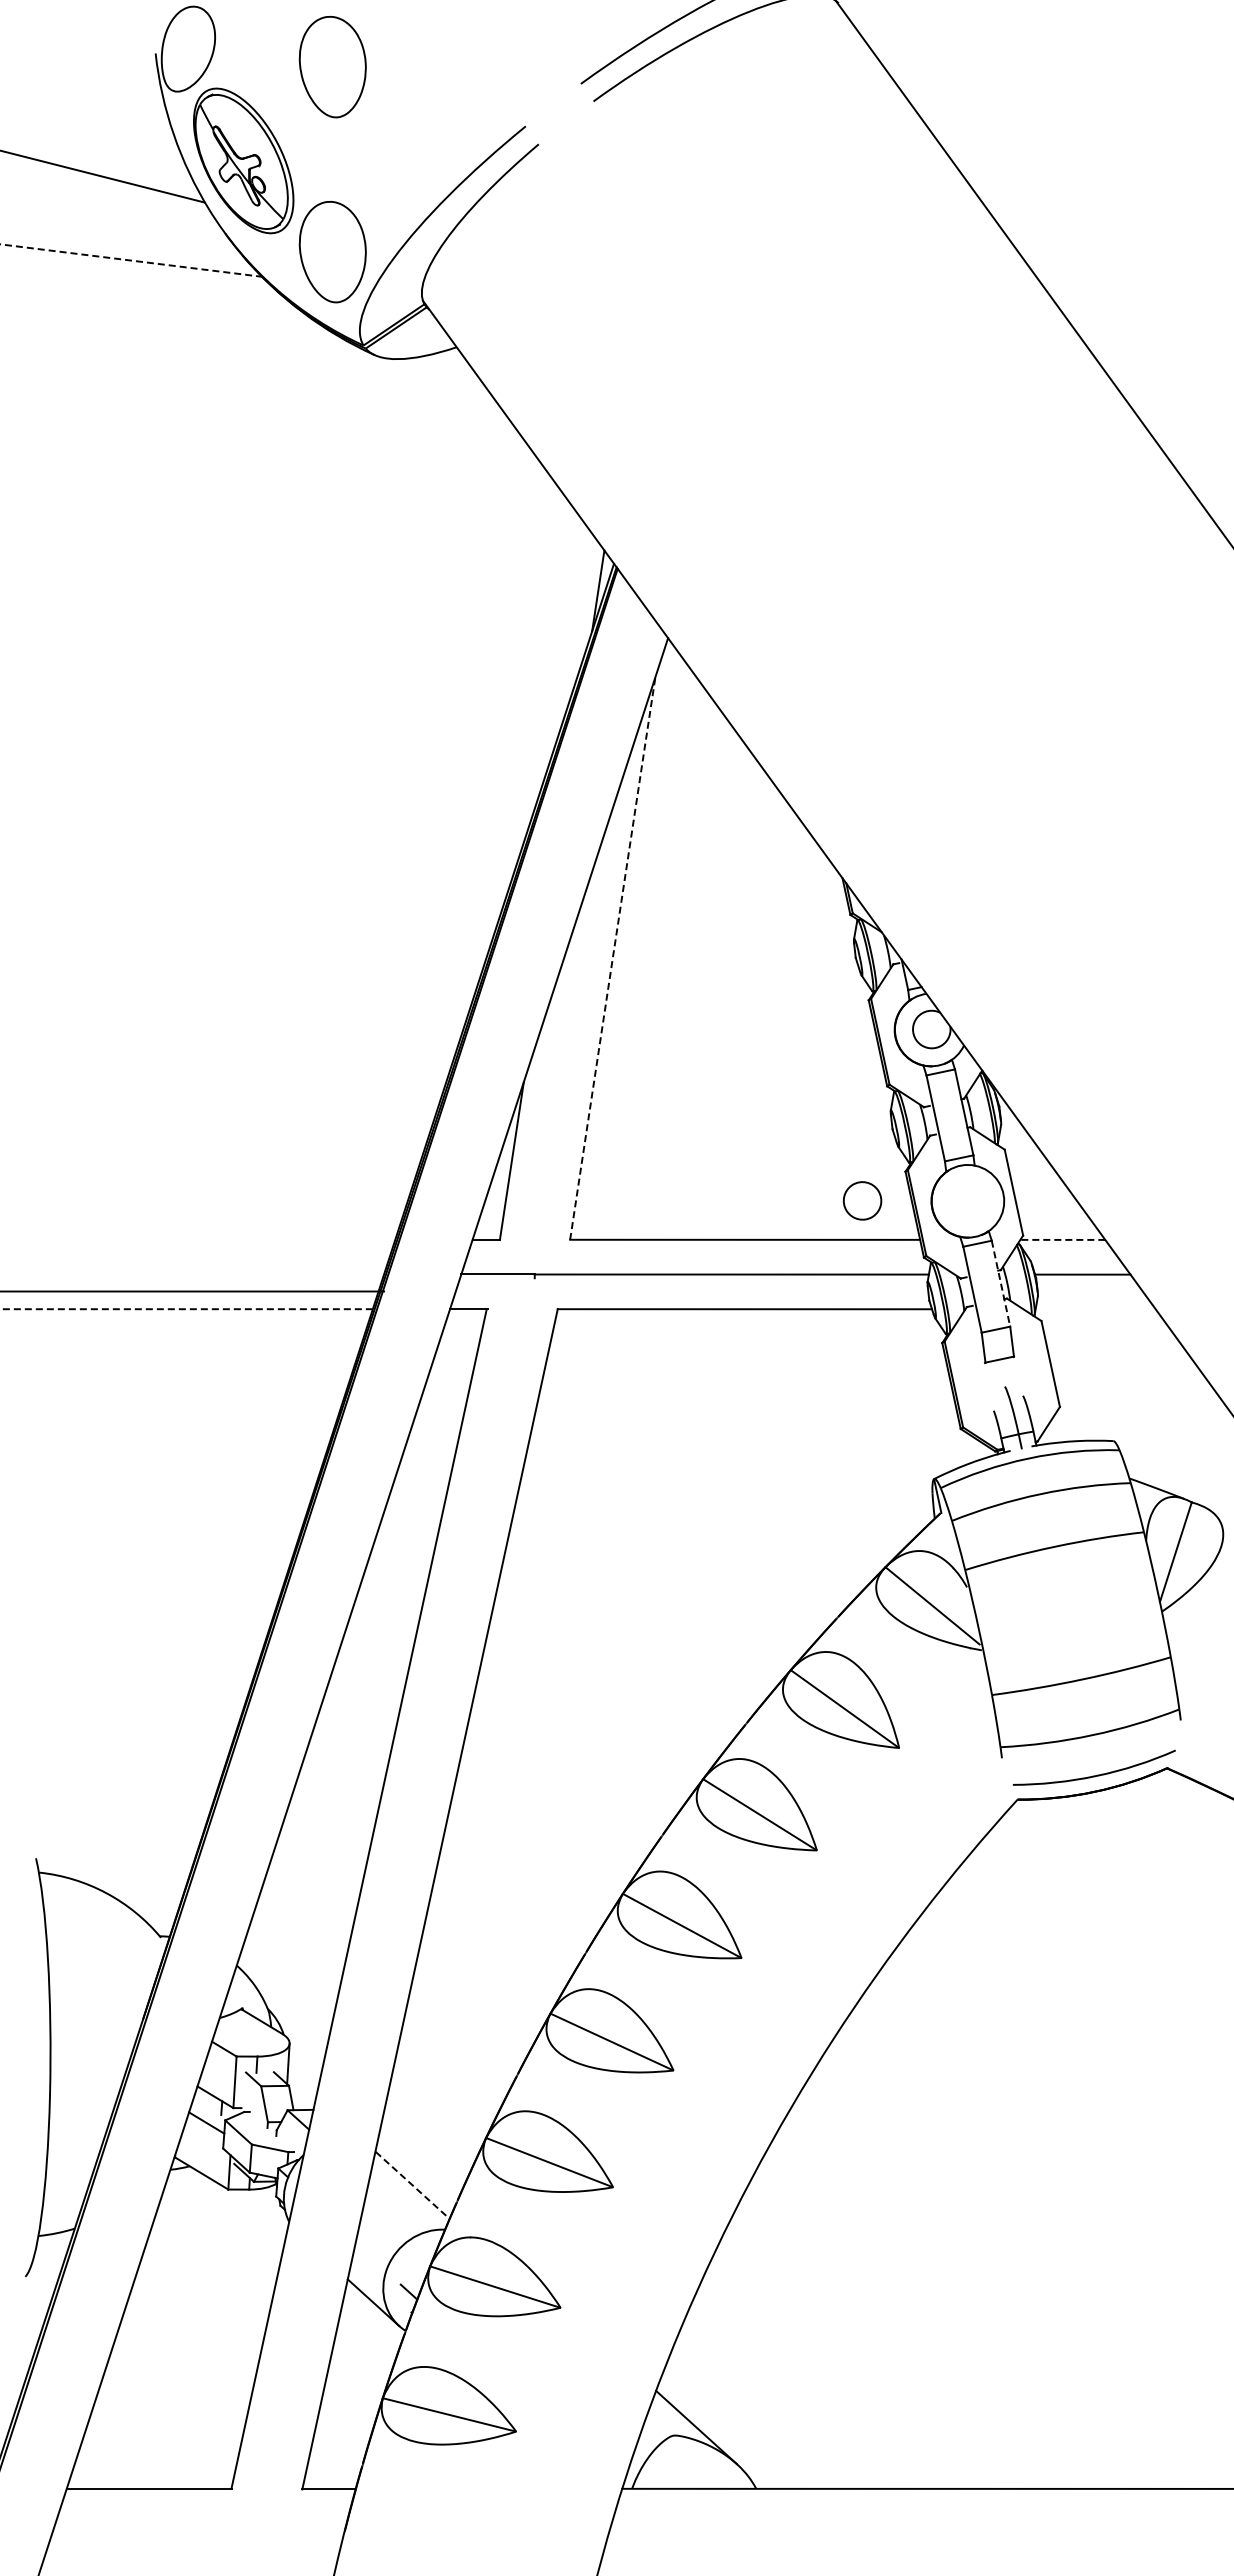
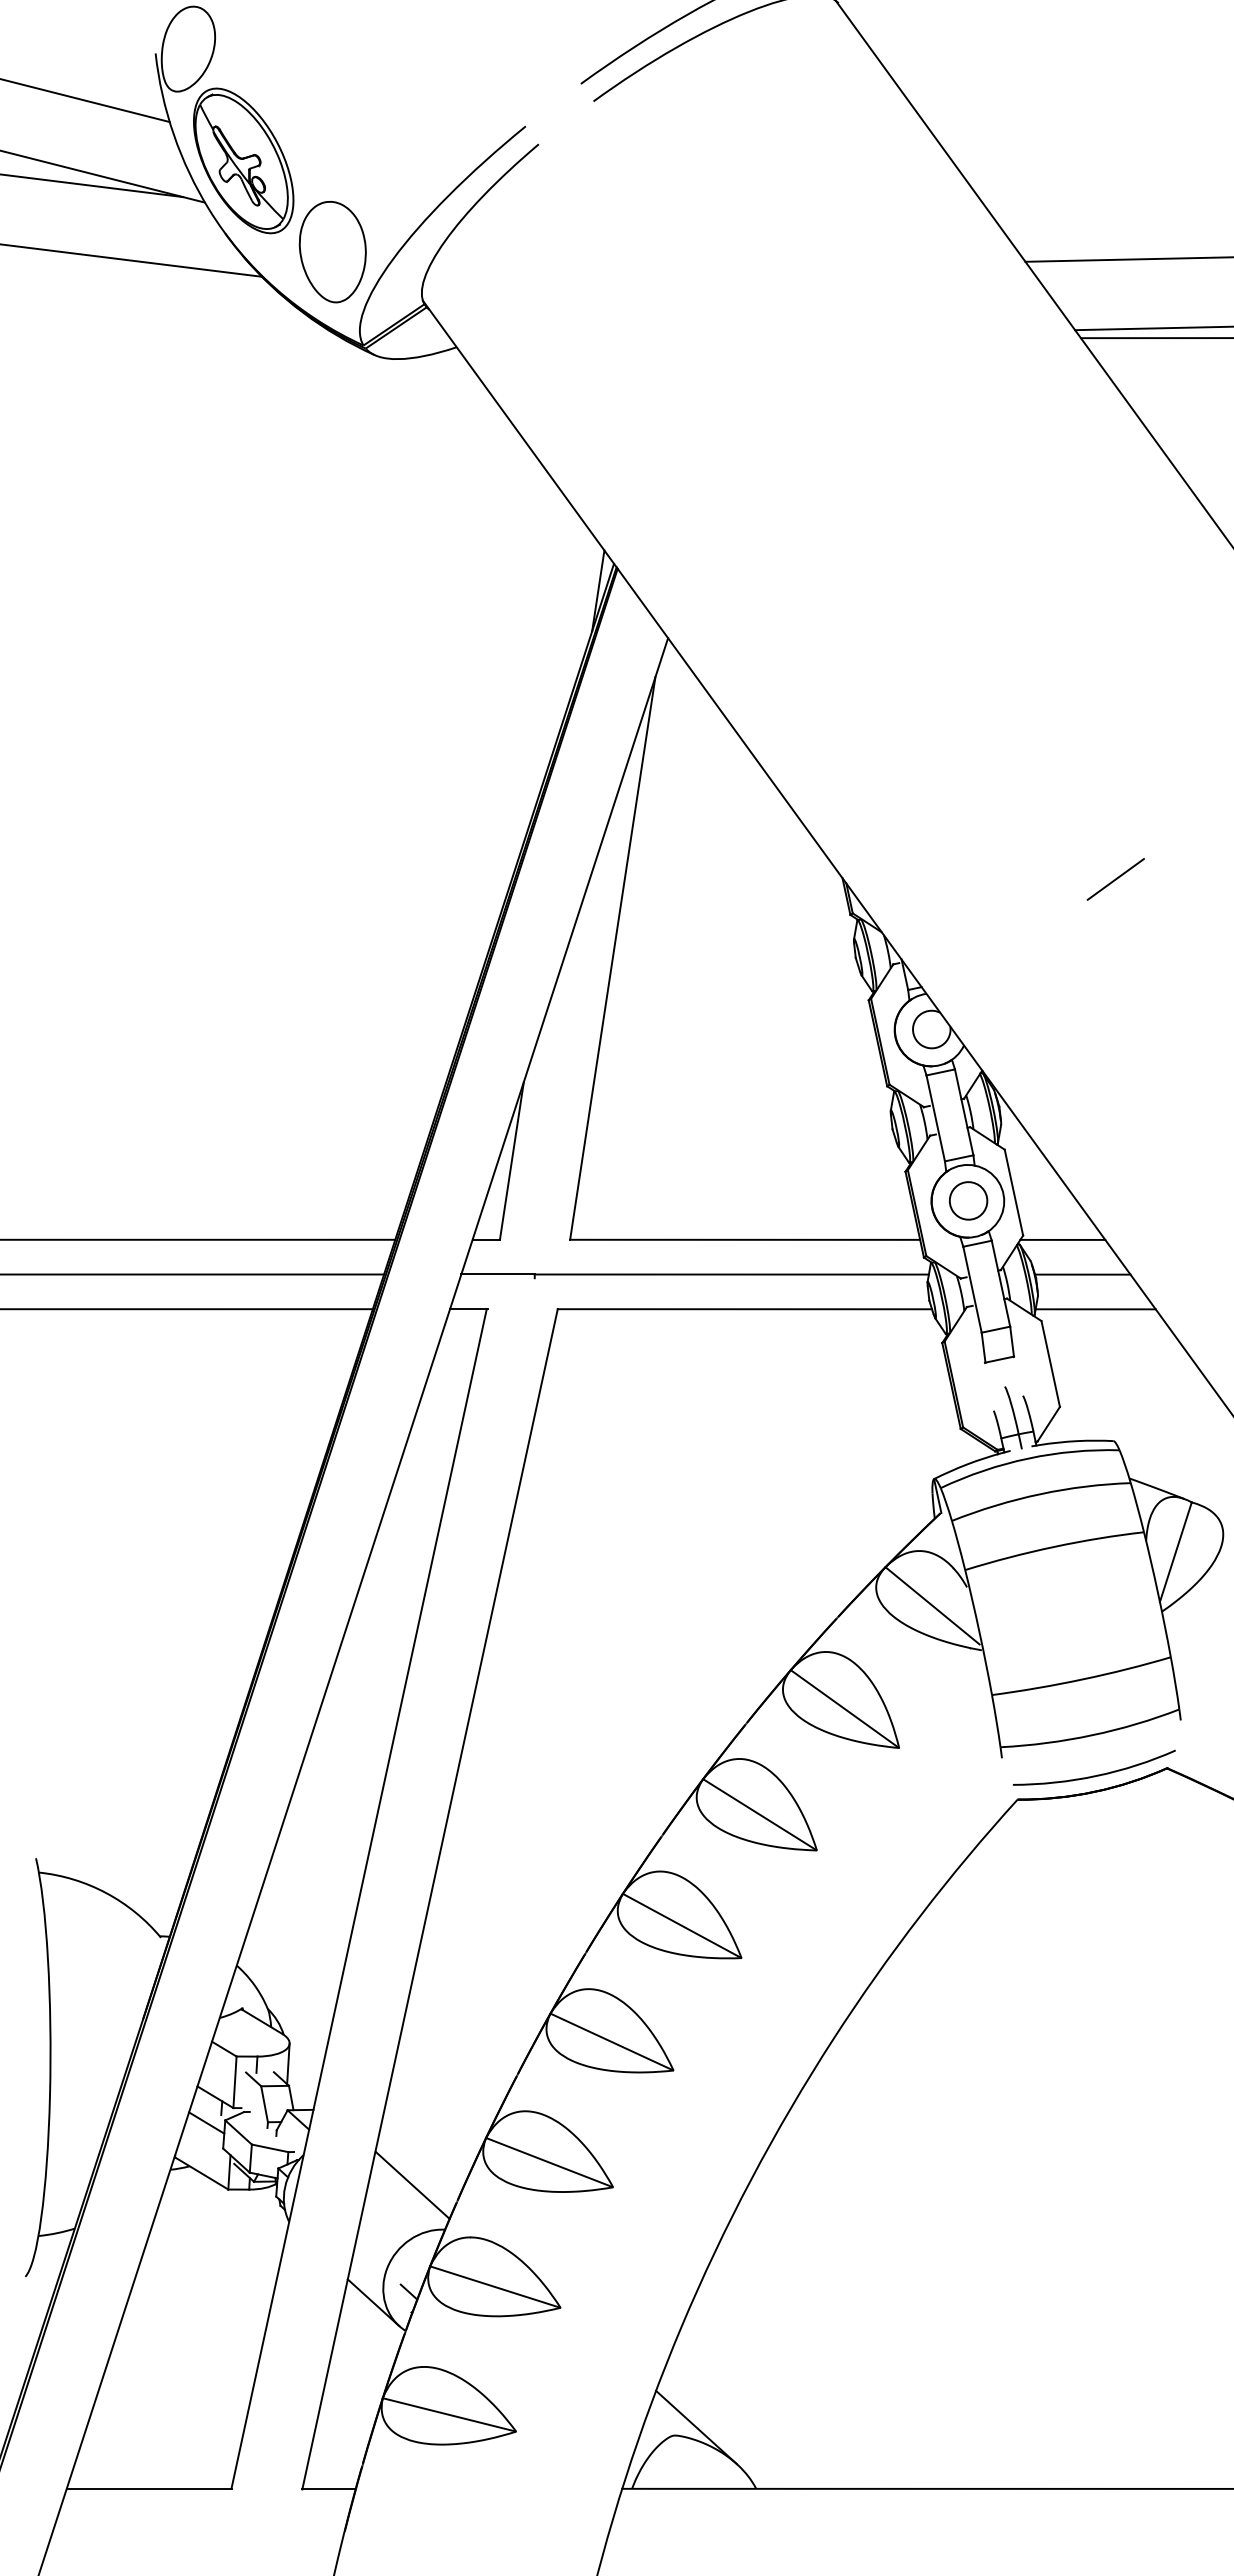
part at (332, 67): present -> none
line at (85, 100): none -> present
line at (92, 185): none -> present
line at (1127, 259): none -> present
line at (131, 260): dashed -> solid
line at (1152, 328): none -> present
line at (1155, 338): none -> present
line at (1115, 879): none -> present
line at (612, 958): dashed -> solid
part at (862, 1200) position: (862, 1200) -> (968, 1200)
line at (198, 1239): none -> present
line at (1062, 1239): dashed -> solid
line at (1000, 1283): dashed -> solid
line at (193, 1291) position: (193, 1291) -> (193, 1274)
line at (185, 1309): dashed -> solid
line at (1095, 1309): none -> present
line at (412, 2185): dashed -> solid
